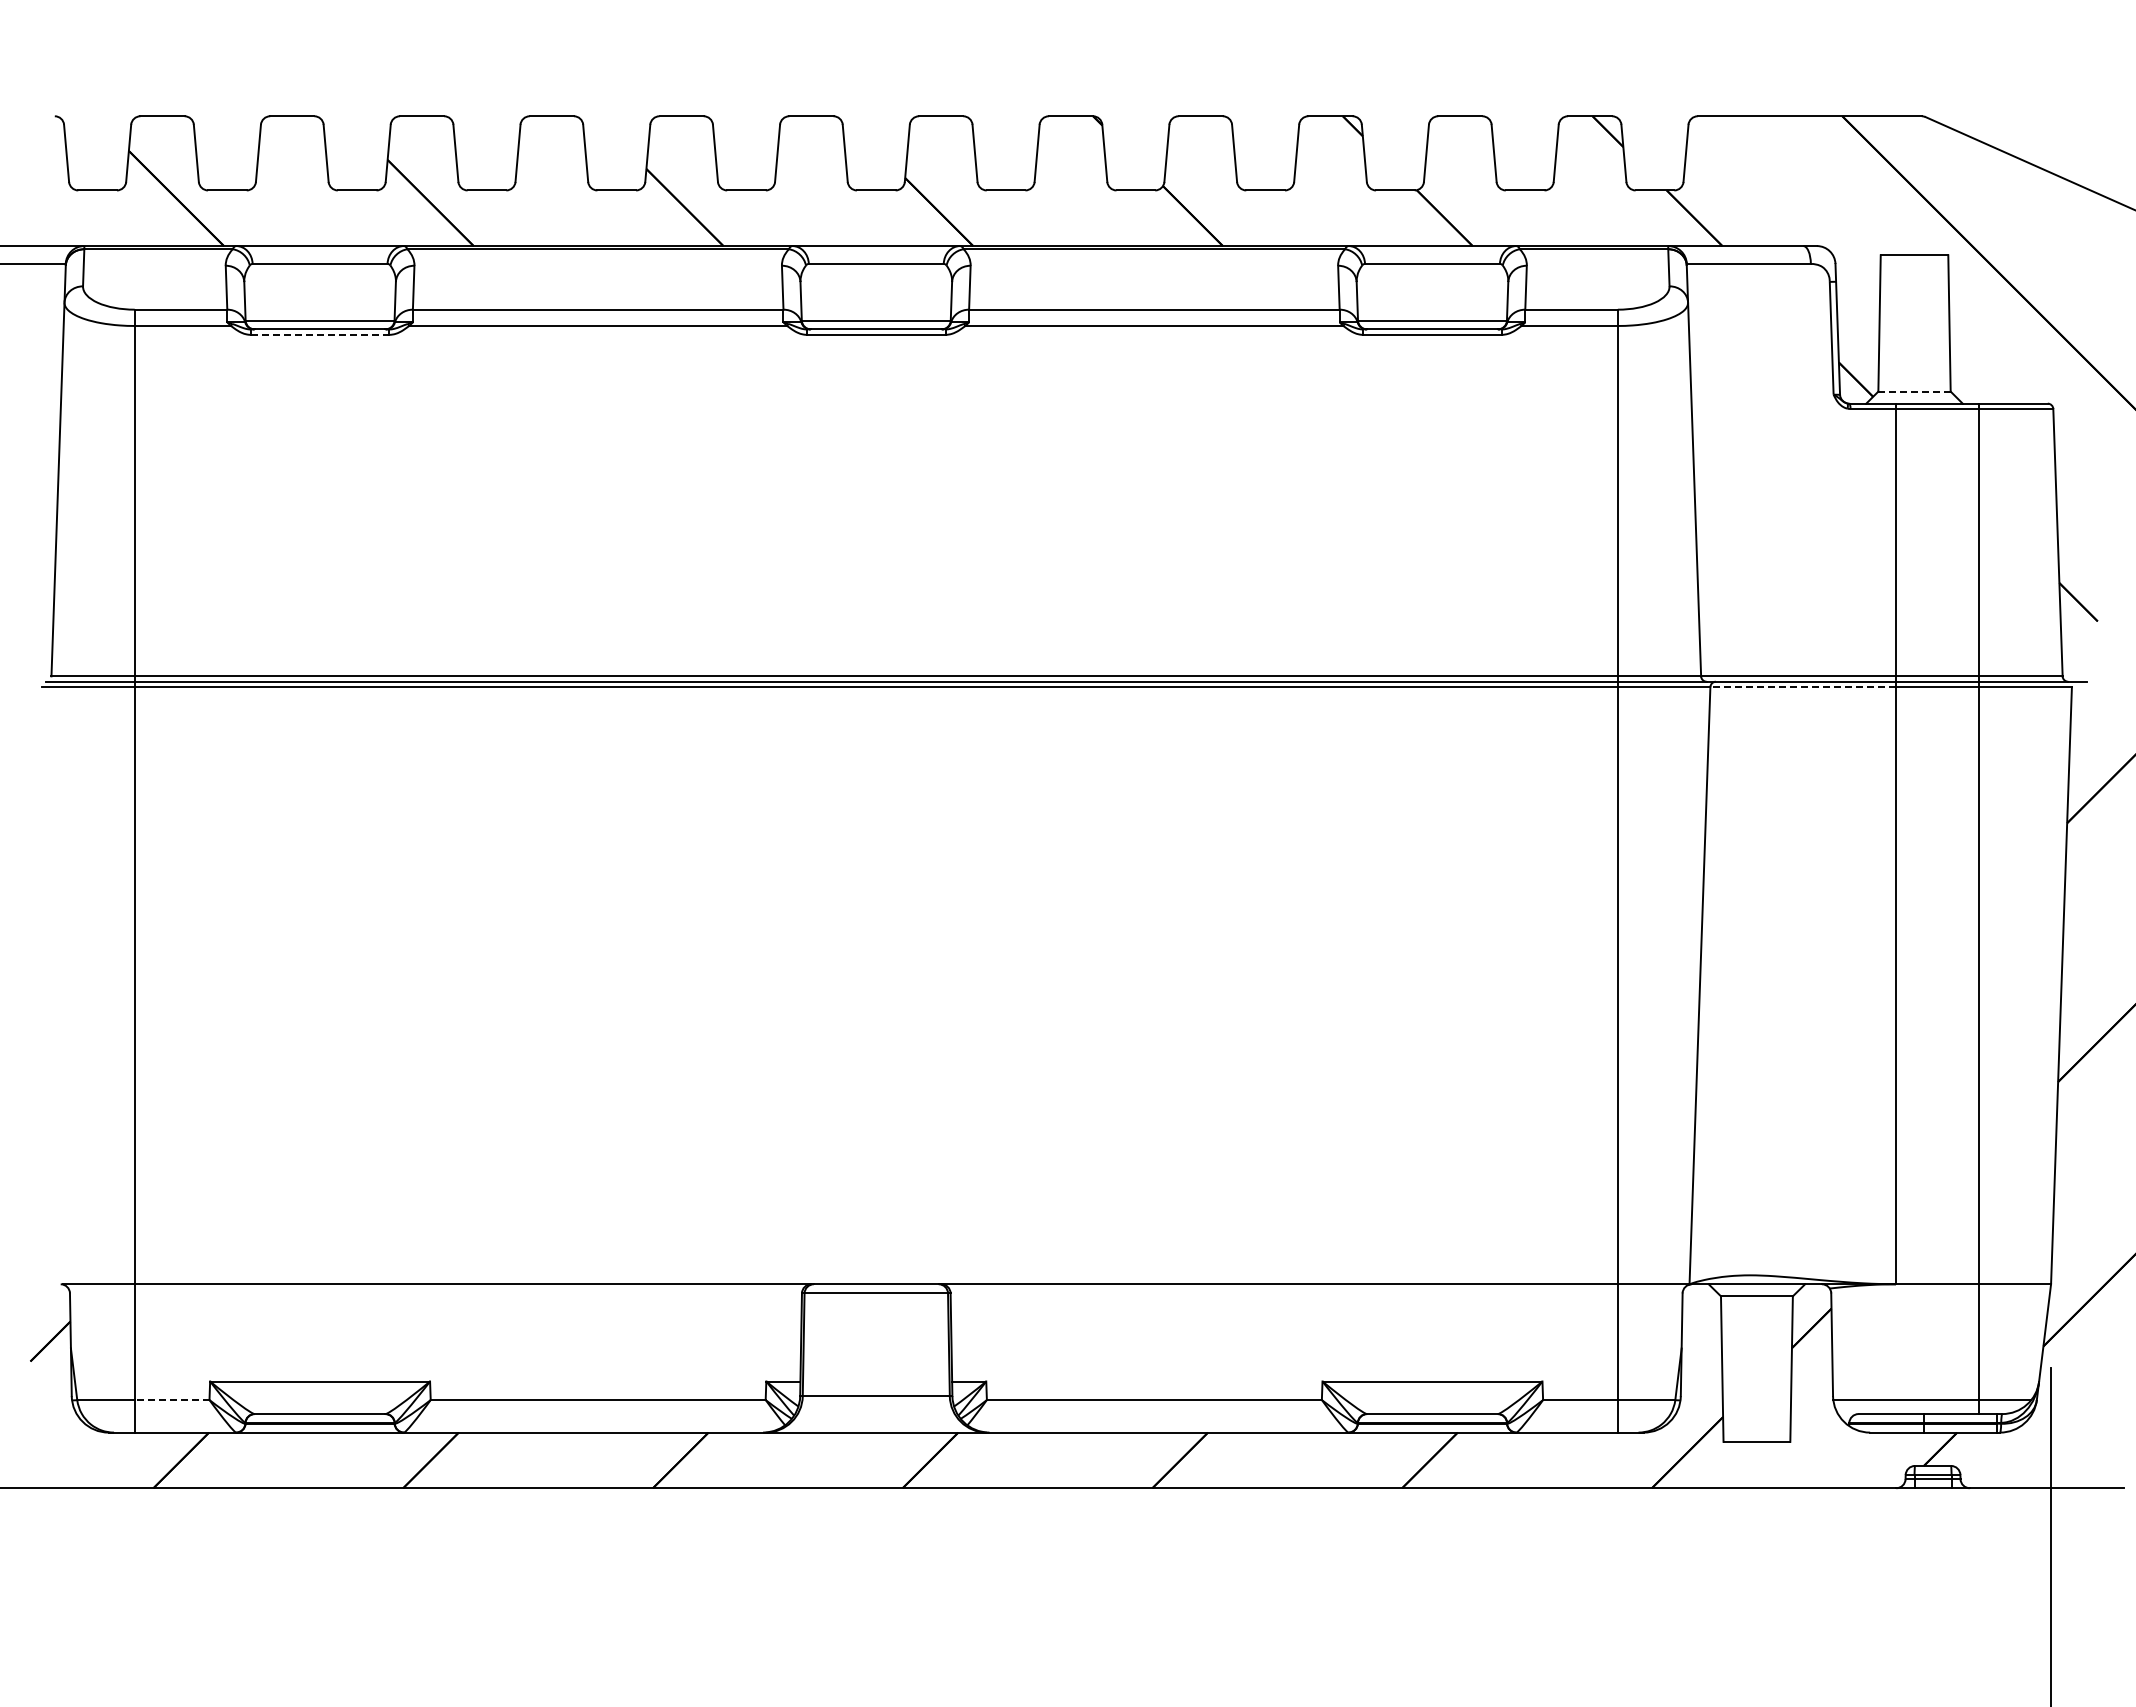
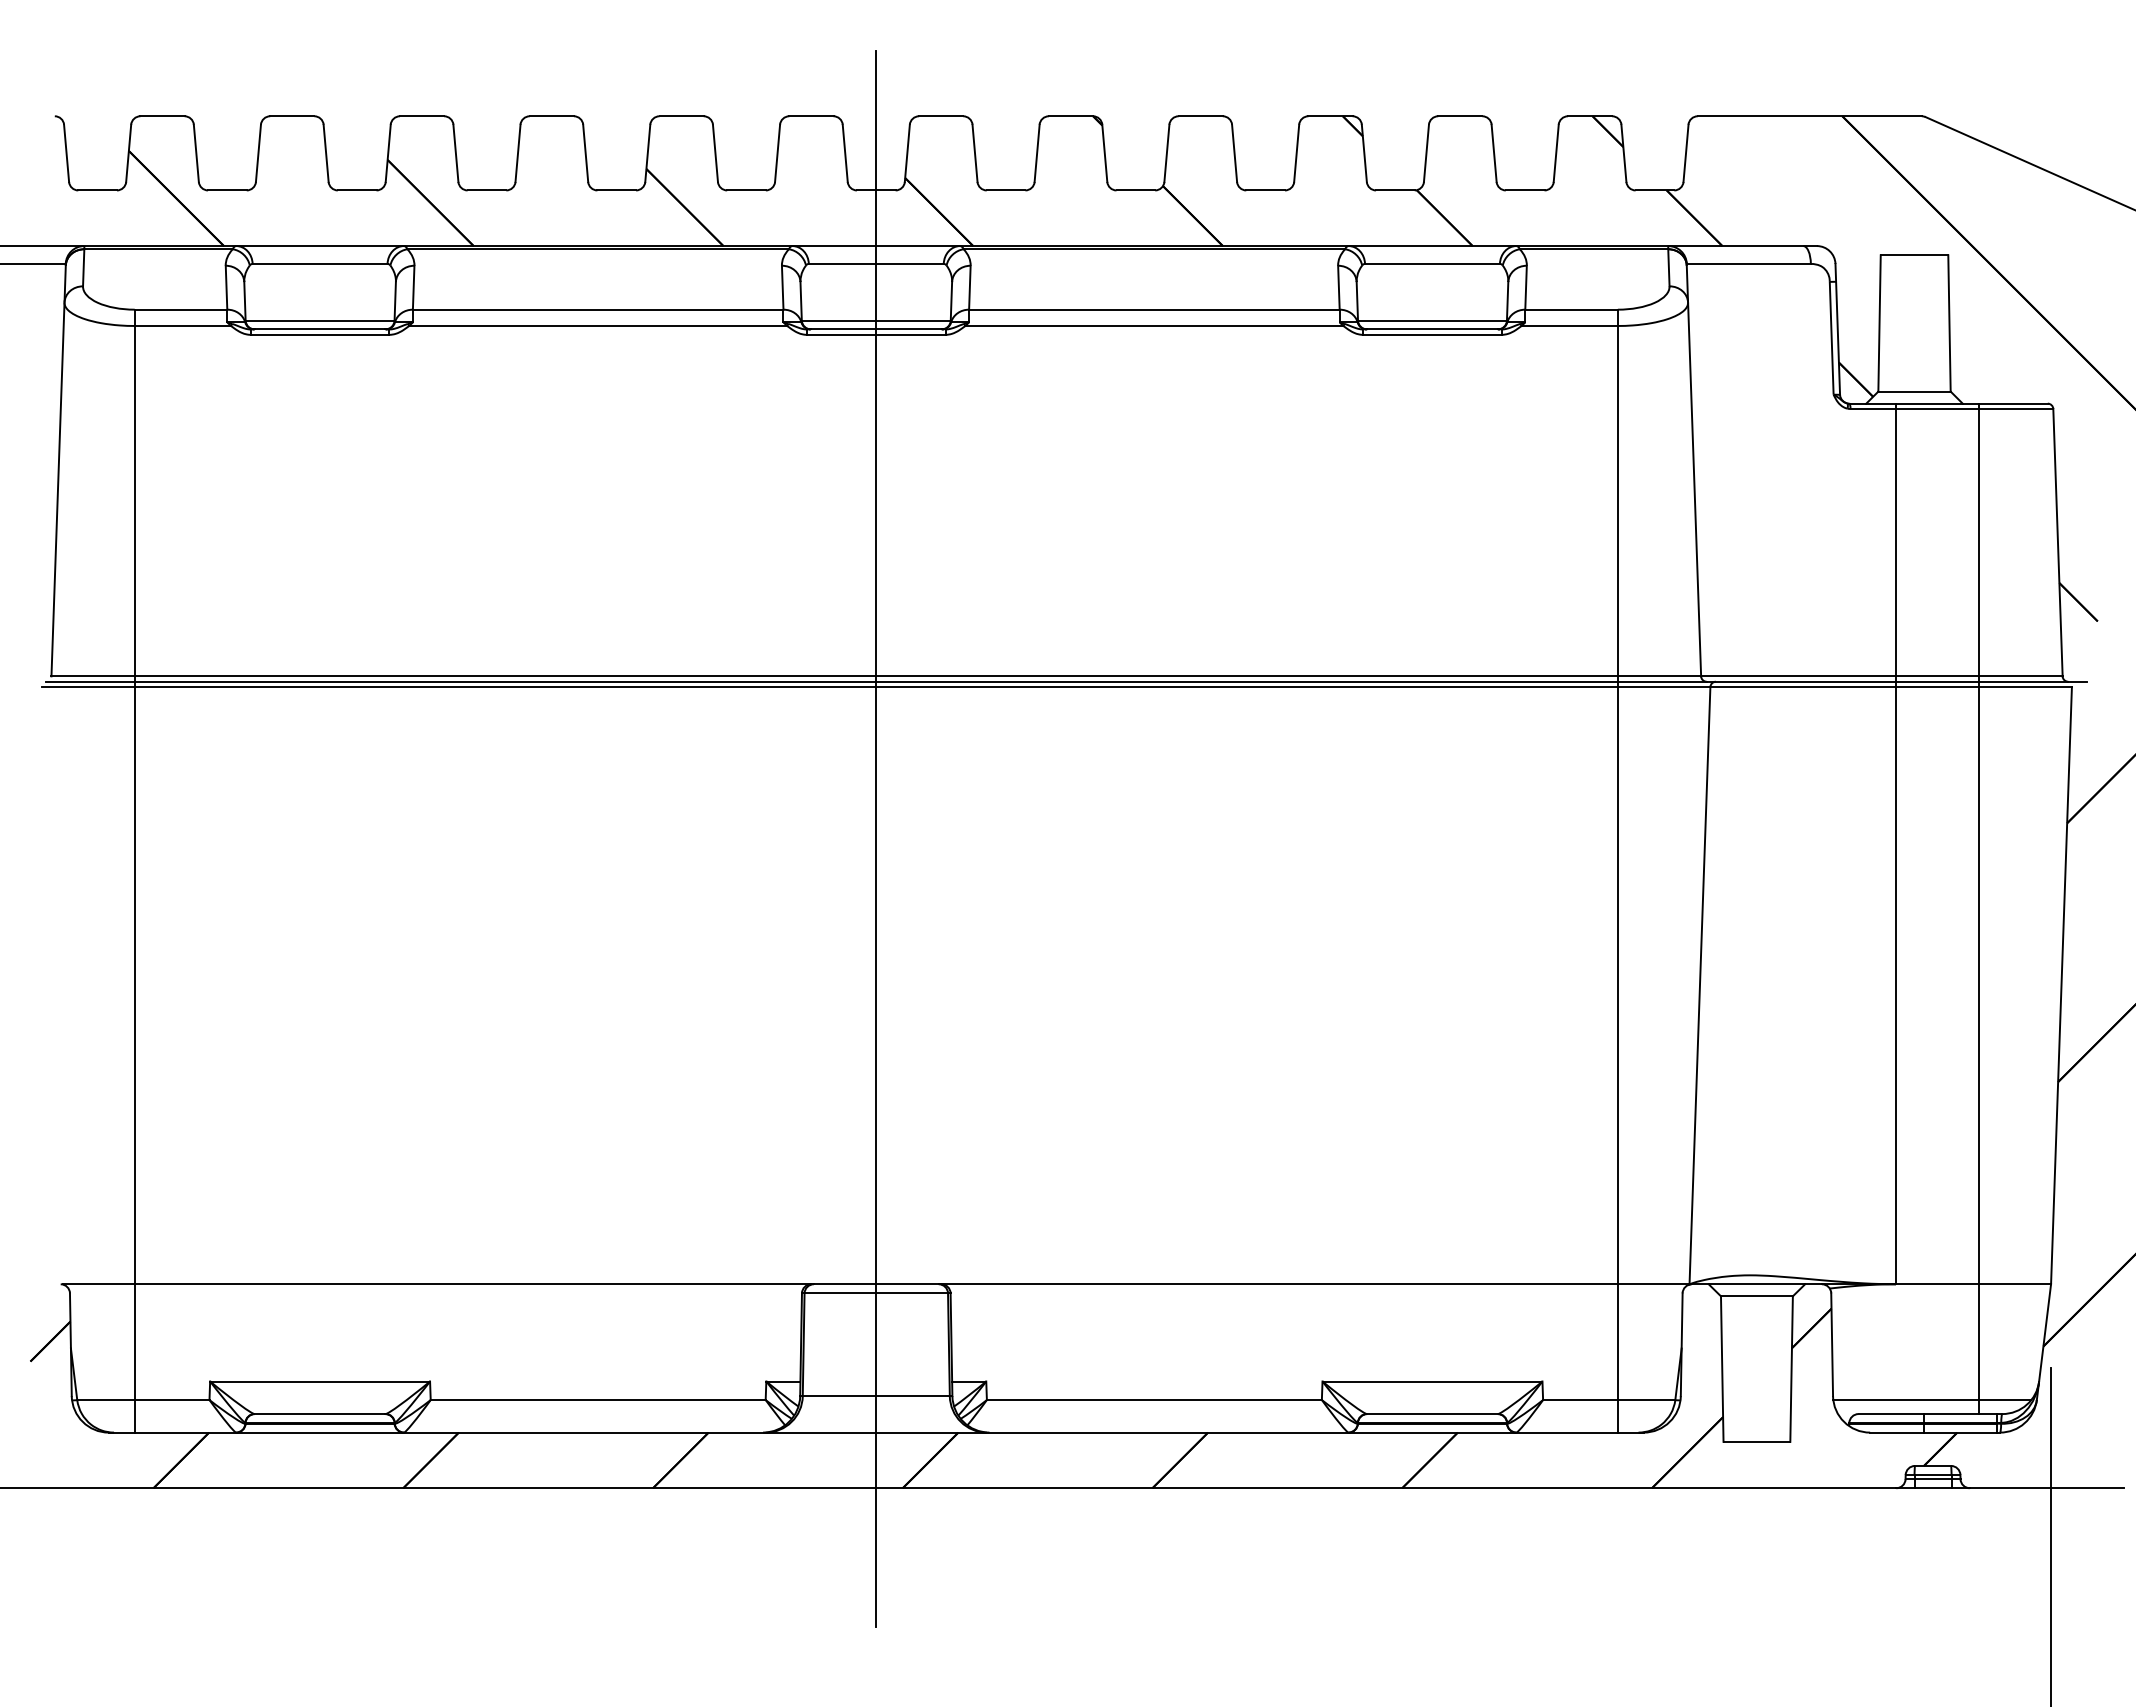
line at (320, 334): dashed -> solid
line at (1914, 391): dashed -> solid
line at (1803, 687): dashed -> solid
line at (876, 839): none -> present
line at (171, 1400): dashed -> solid
